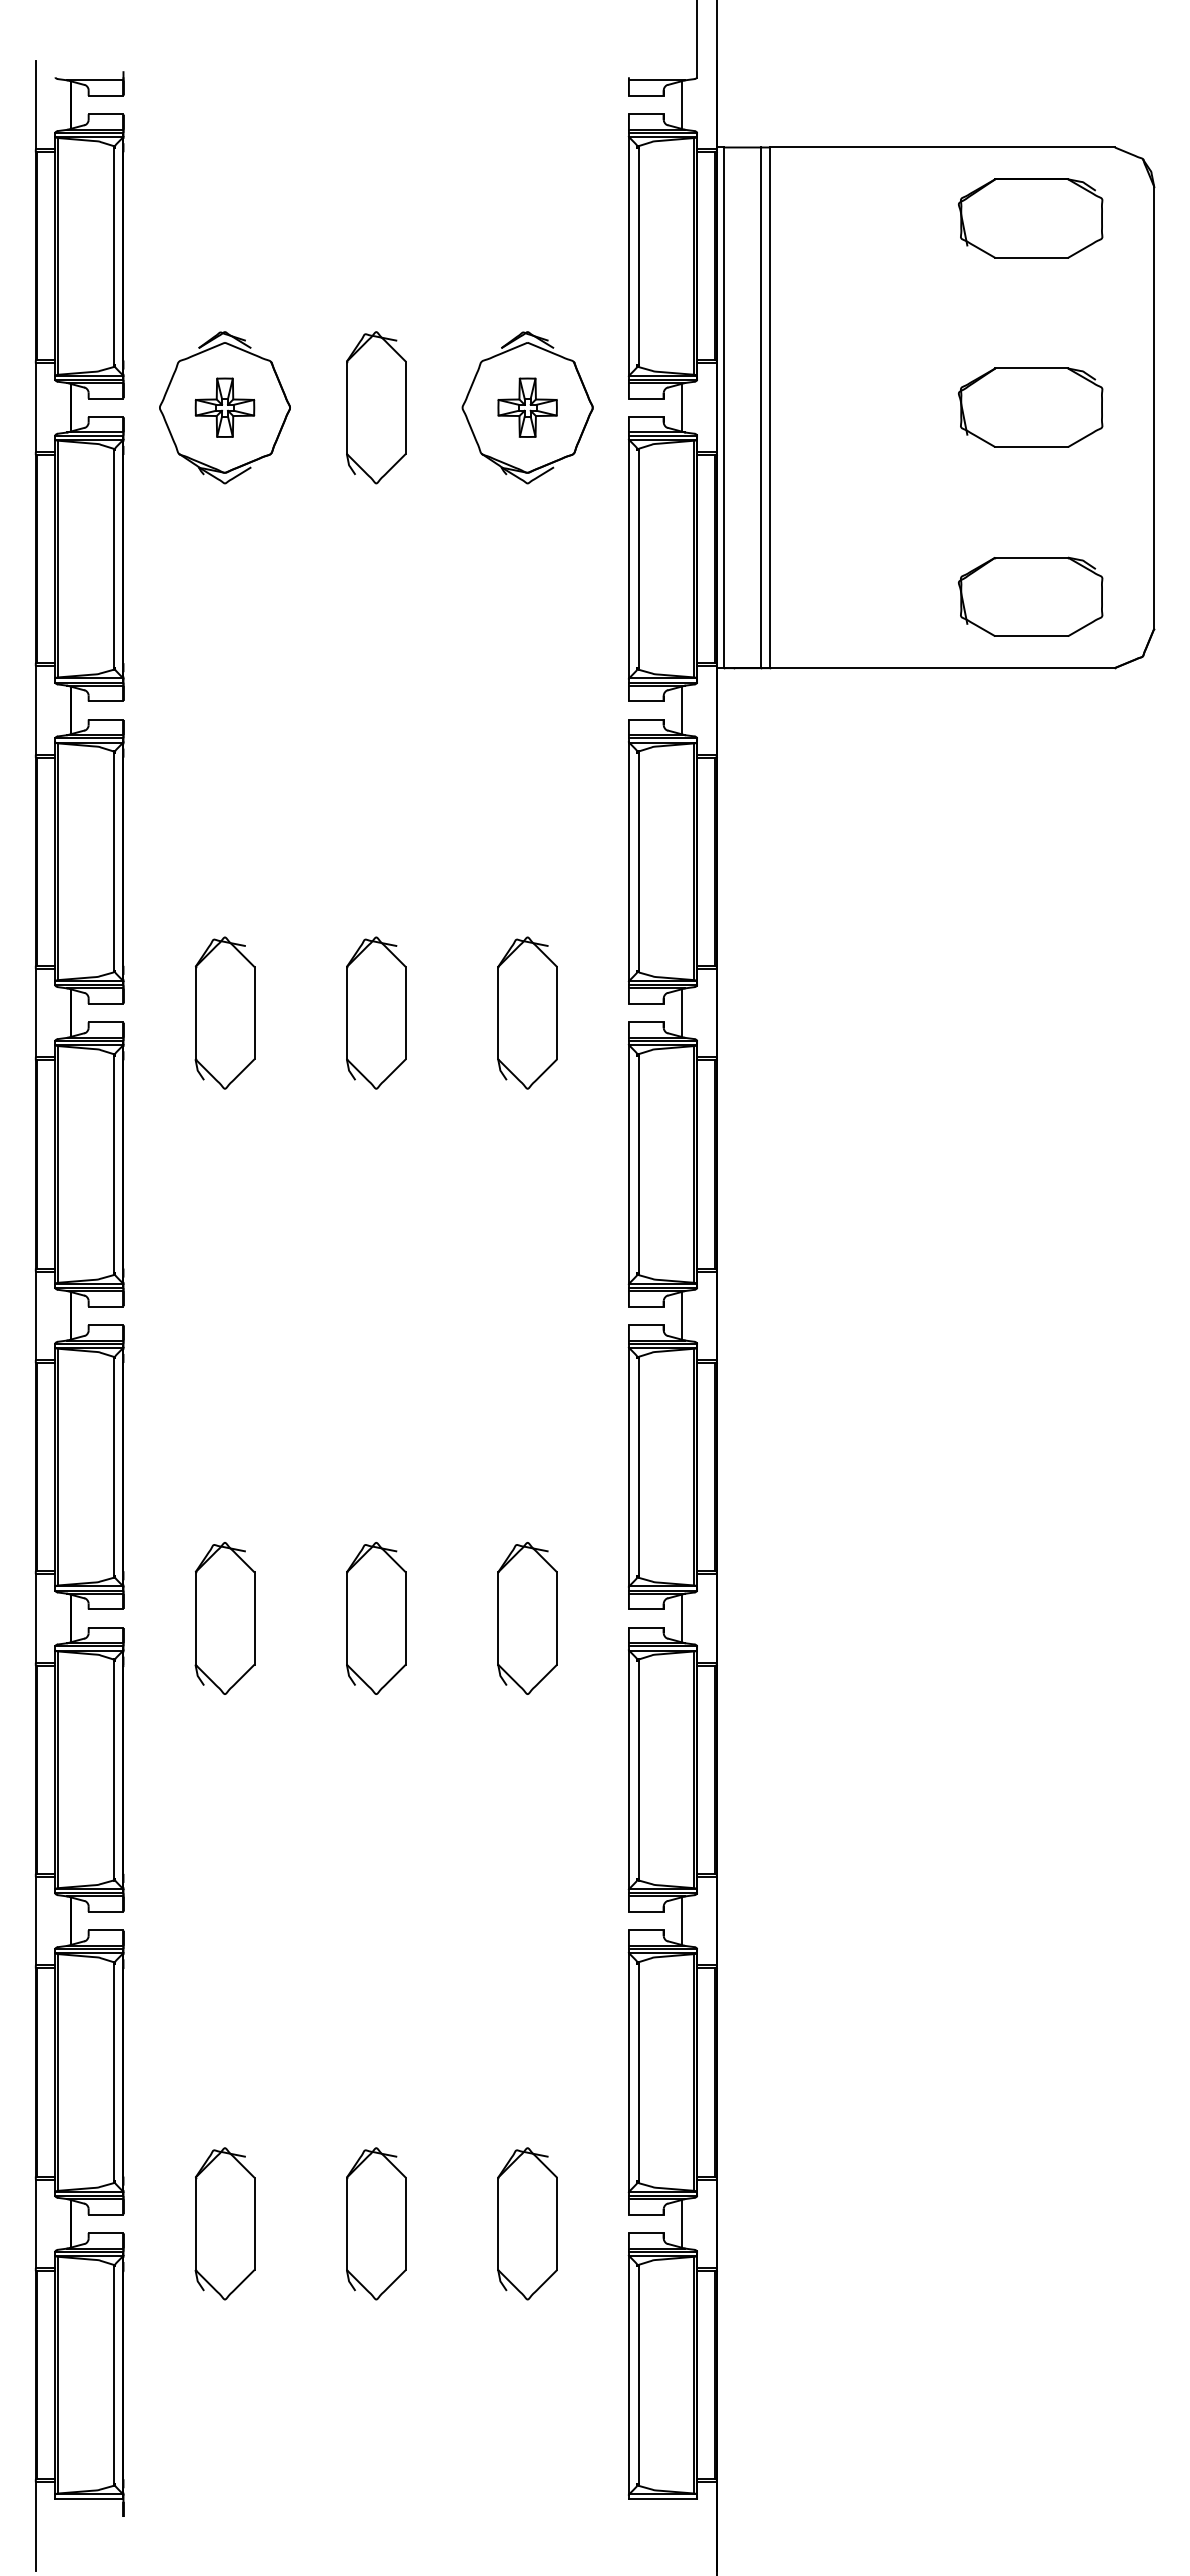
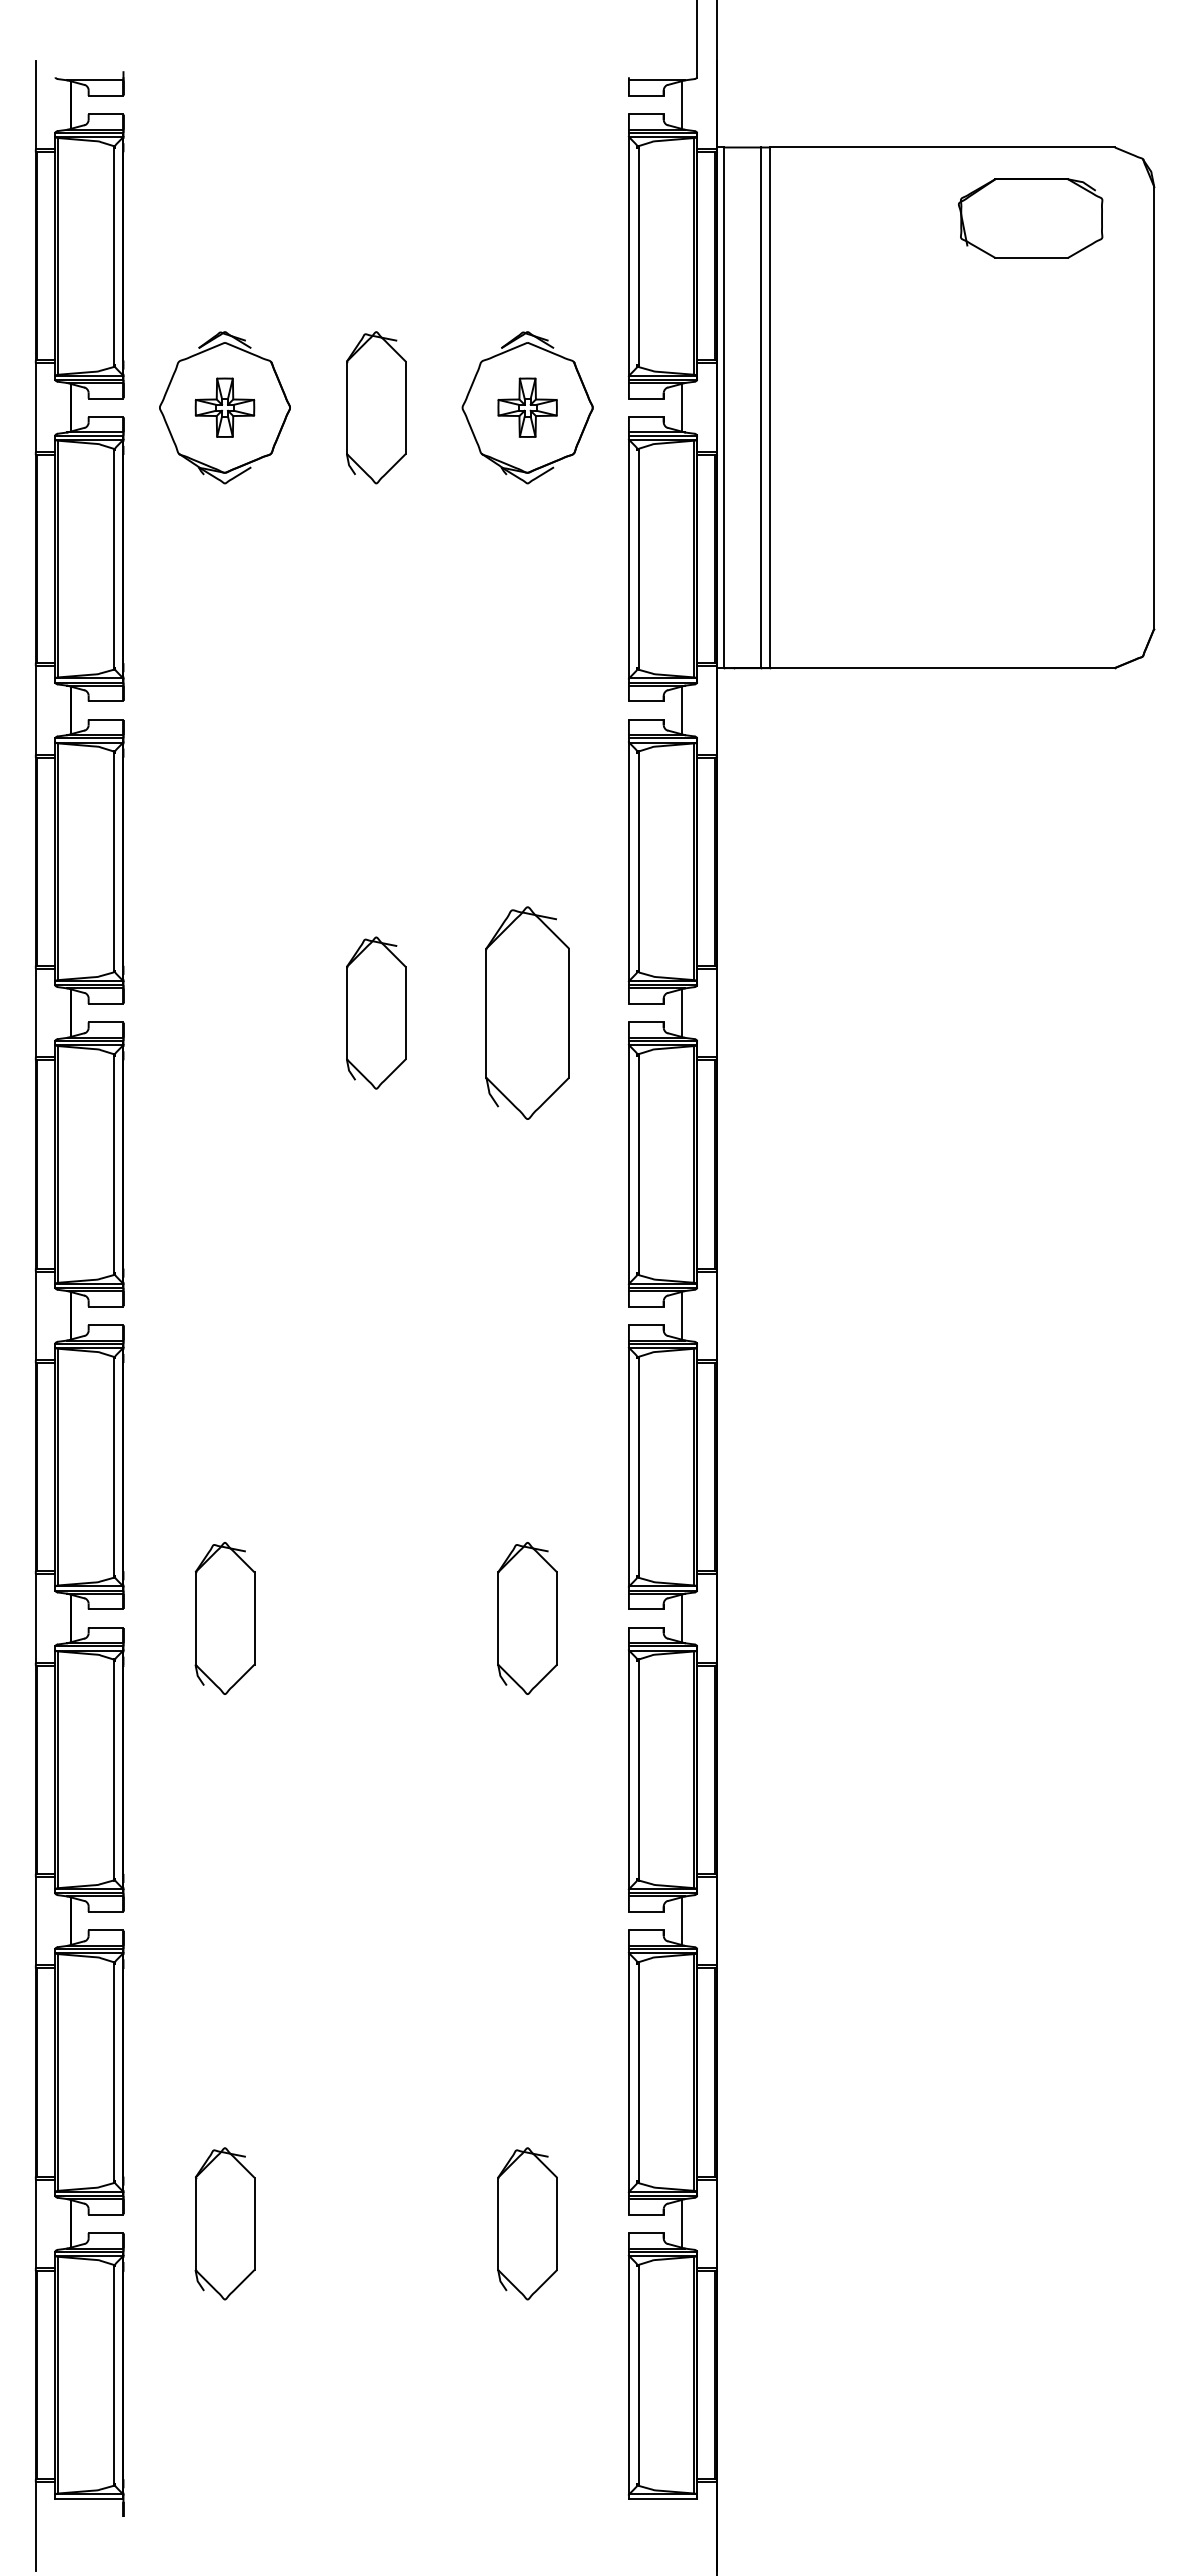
part at (1030, 407): present -> none
part at (1030, 596): present -> none
part at (224, 1012): present -> none
part at (527, 1012) size: 61x154 px -> 85x214 px
part at (376, 1618): present -> none
part at (376, 2223): present -> none
